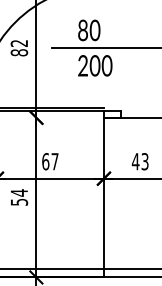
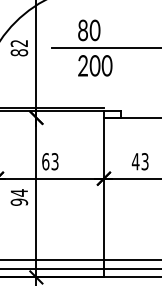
text at (54, 161): 67 -> 63
text at (18, 201): 54 -> 94
line at (80, 260): none -> present
